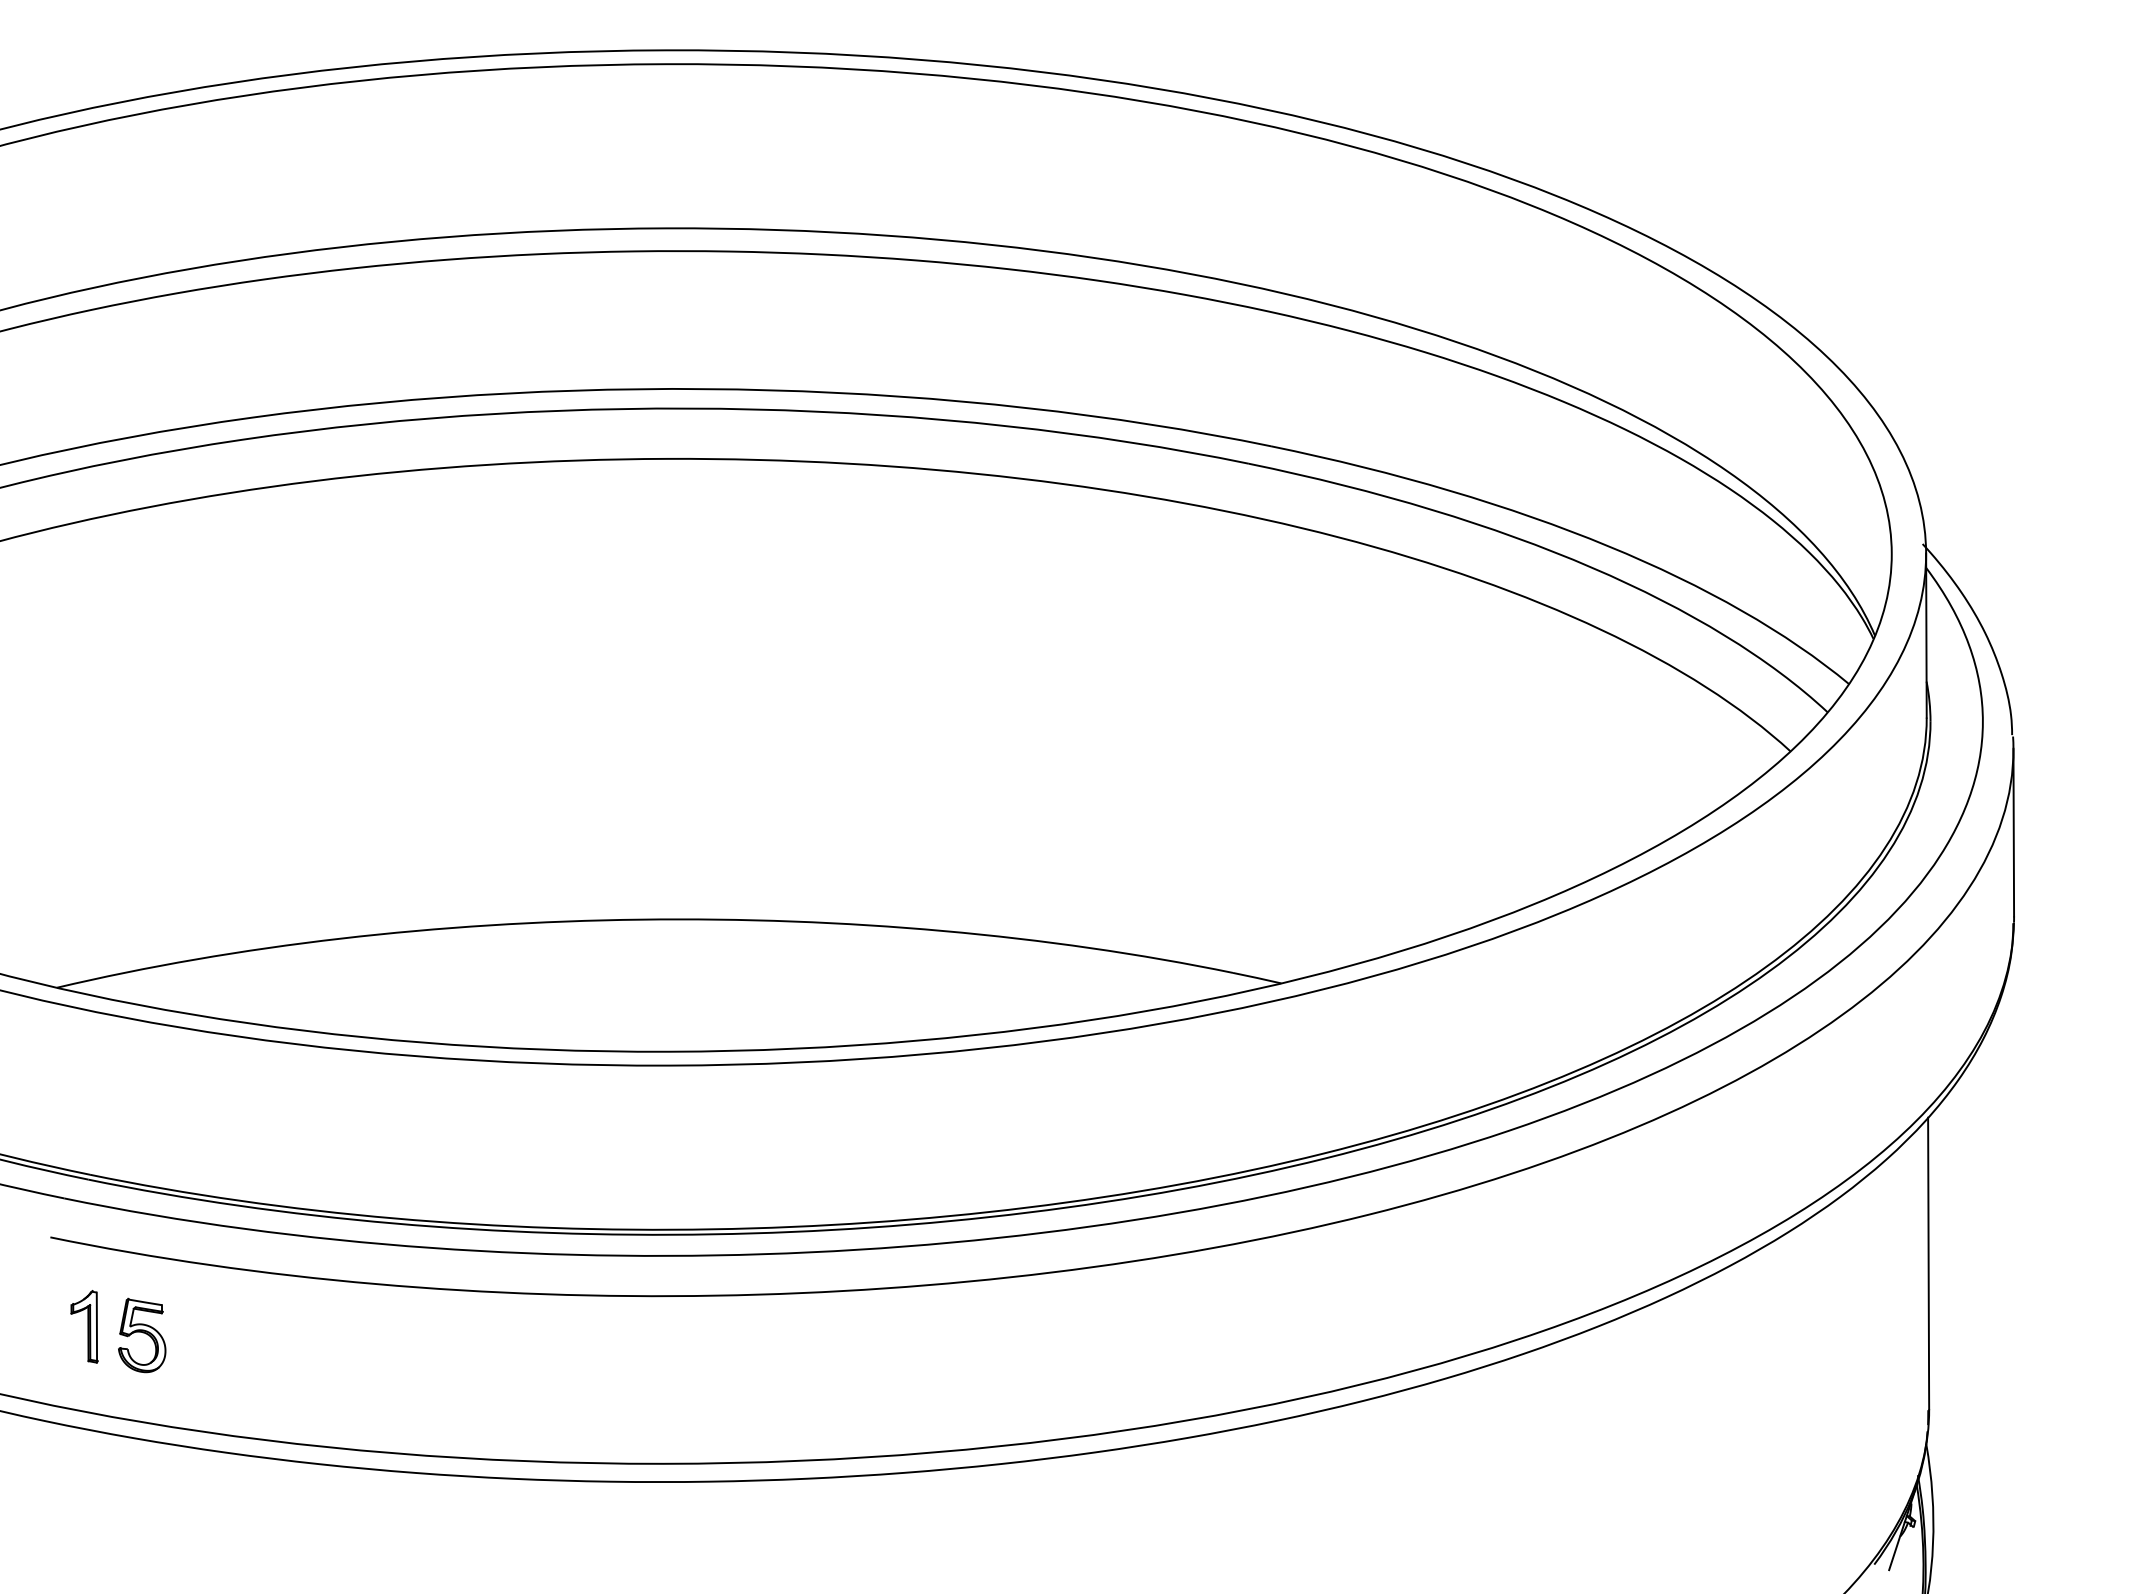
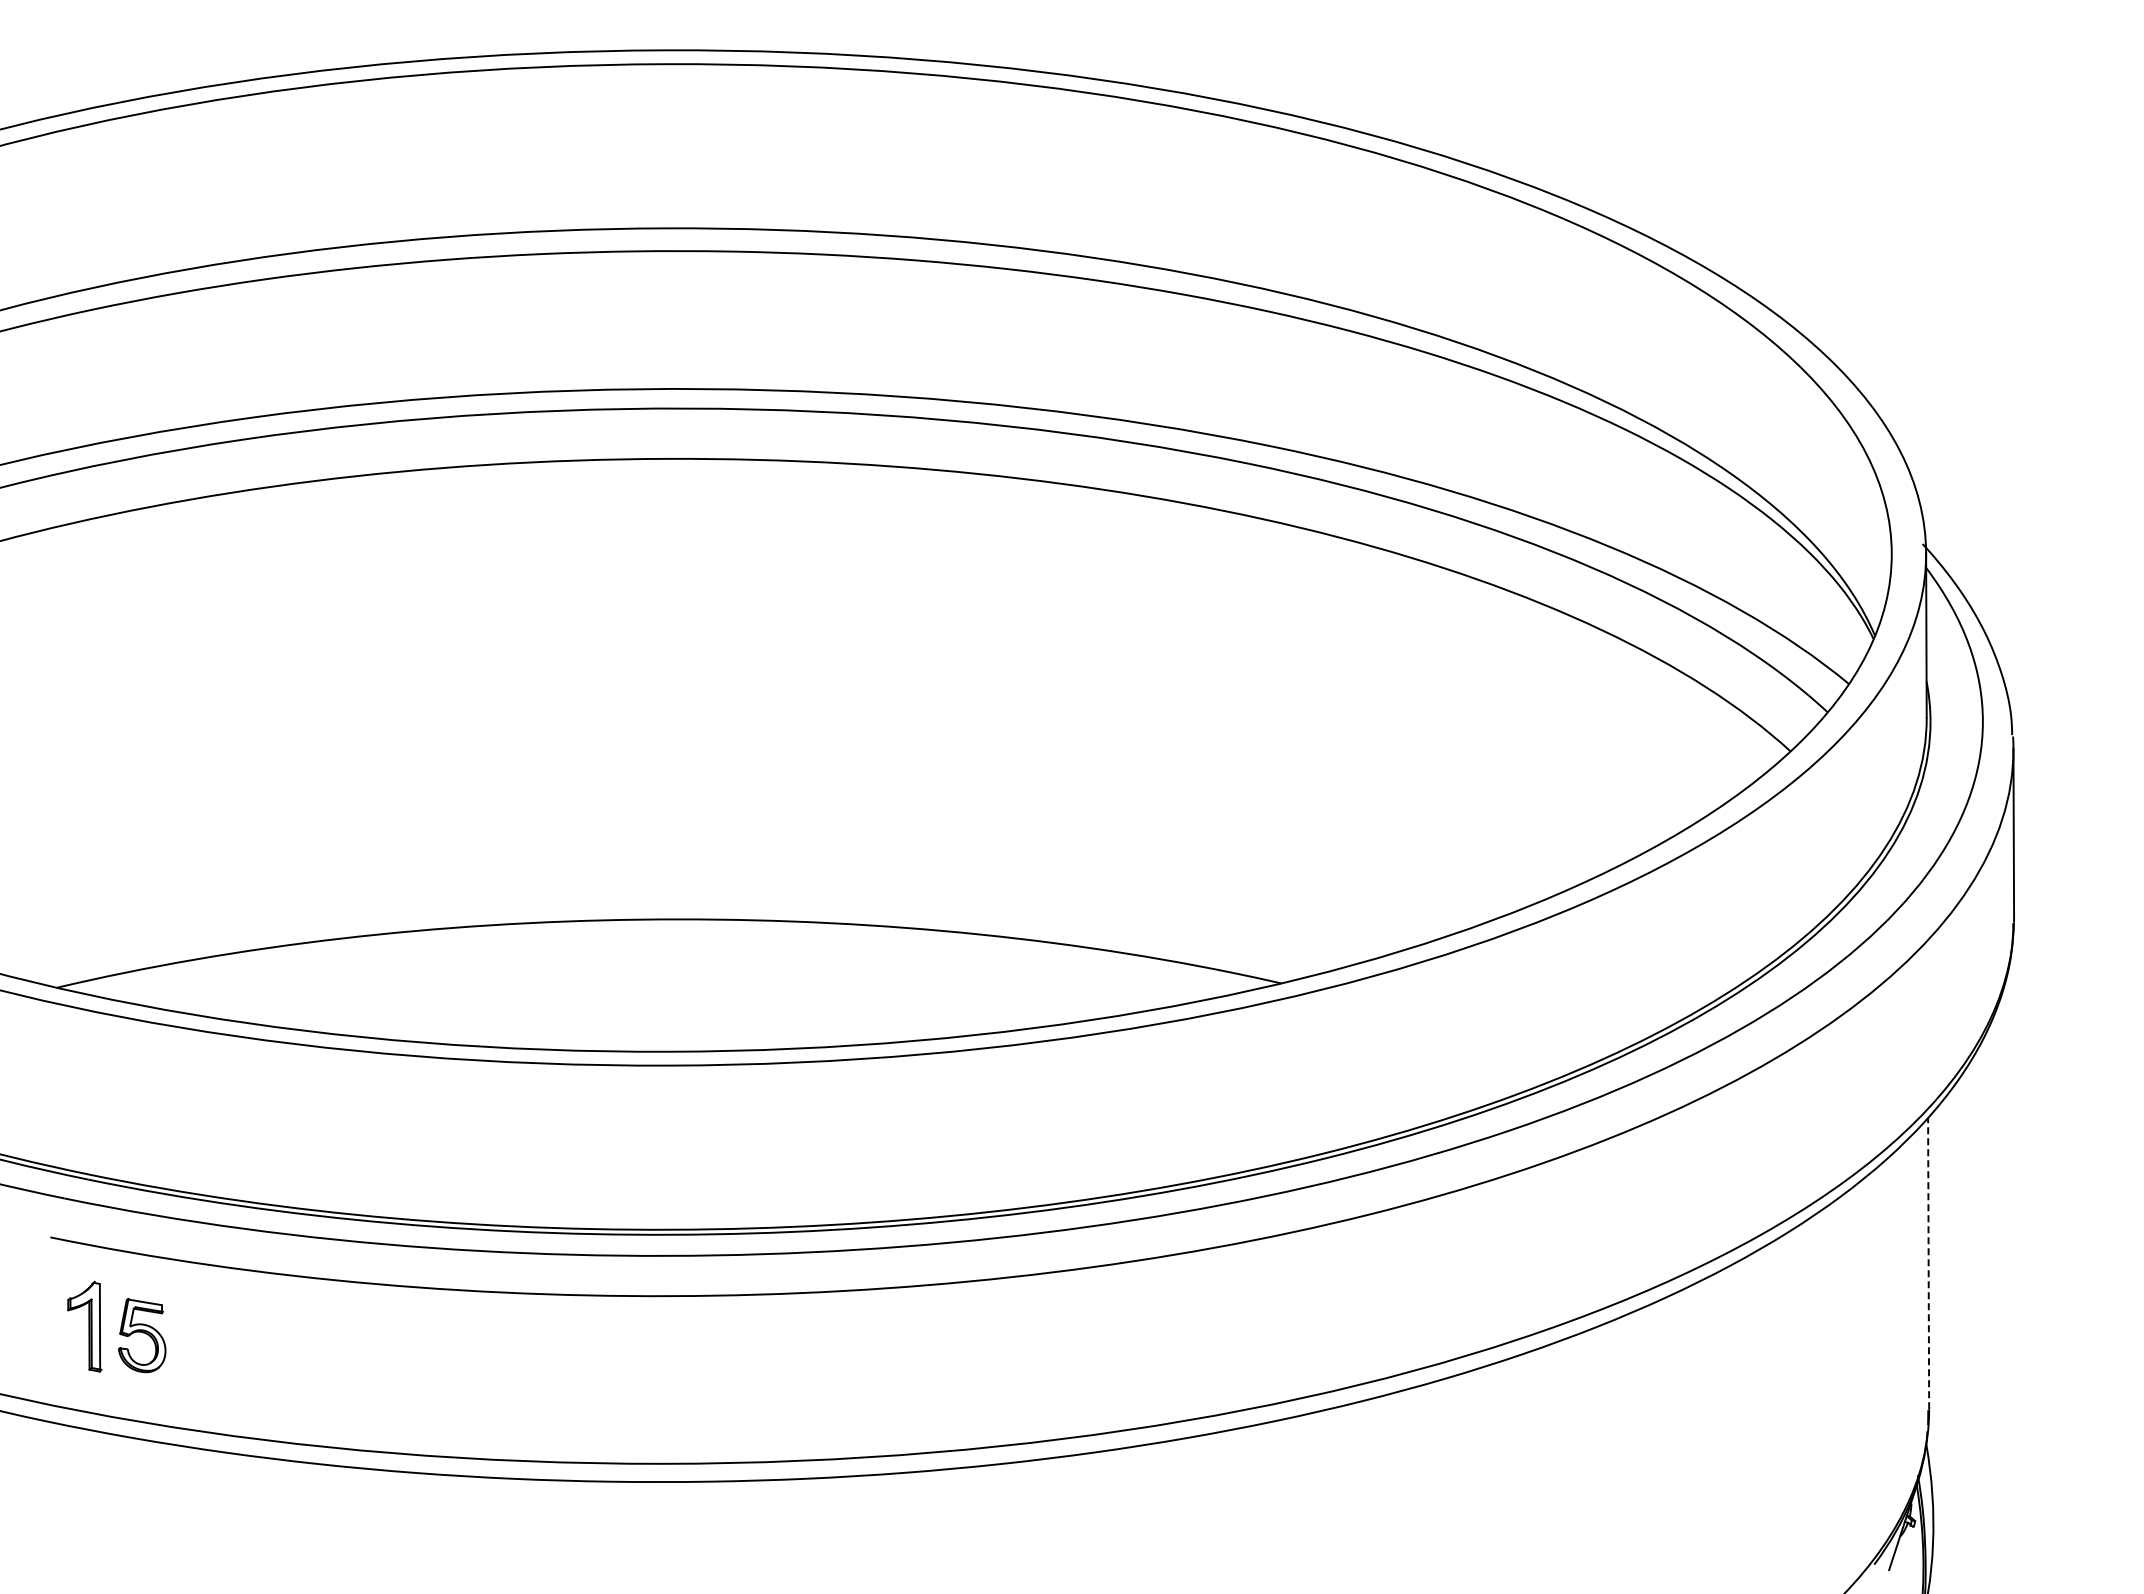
line at (1928, 1263): solid -> dashed
part at (84, 1326) size: 29x74 px -> 36x93 px
